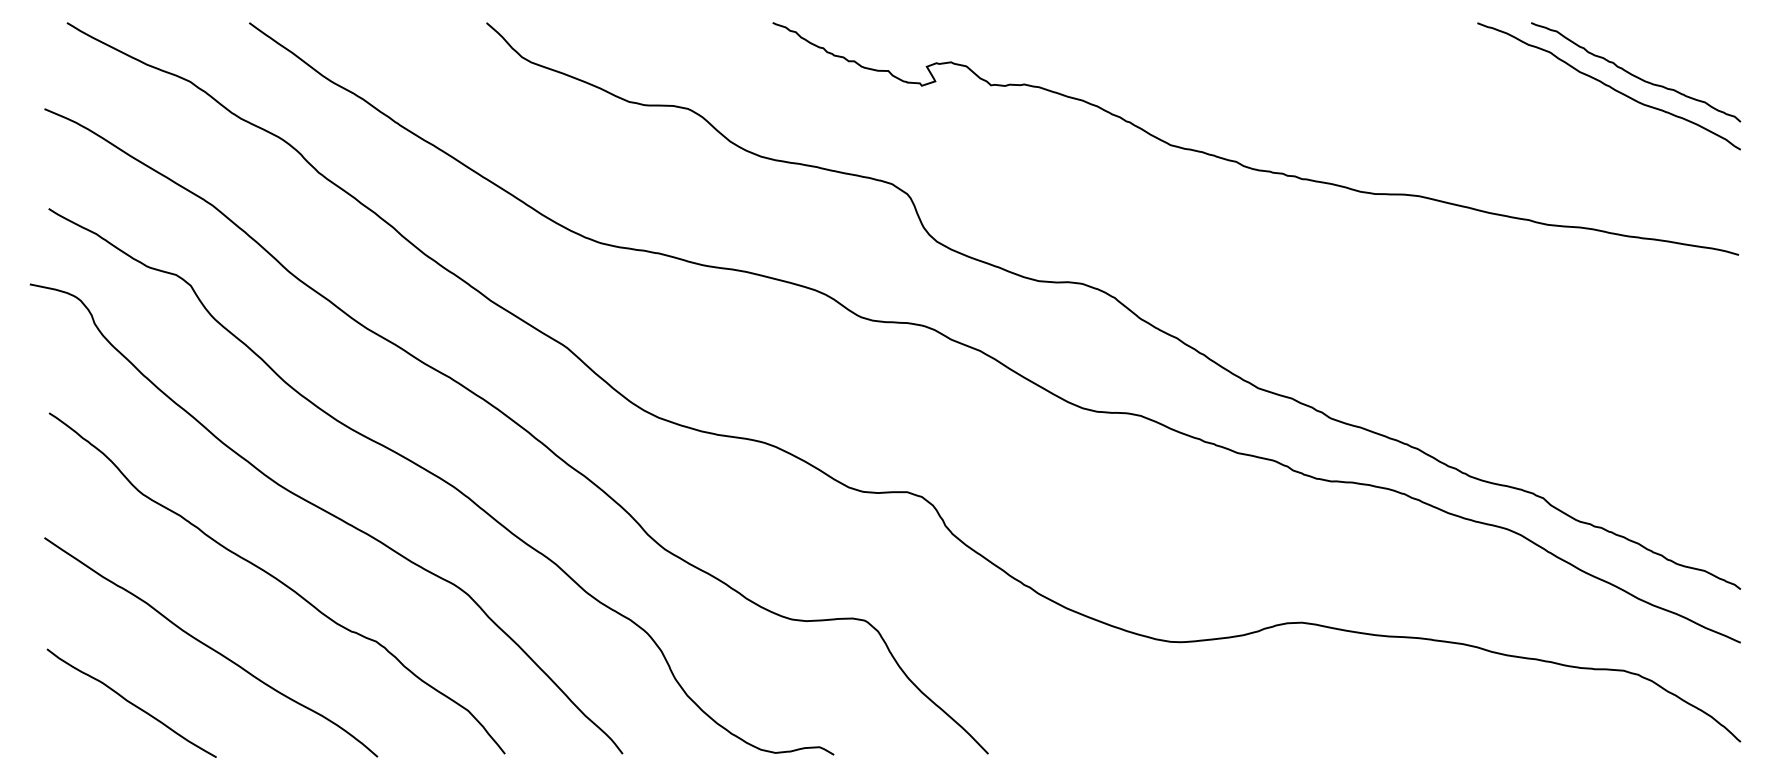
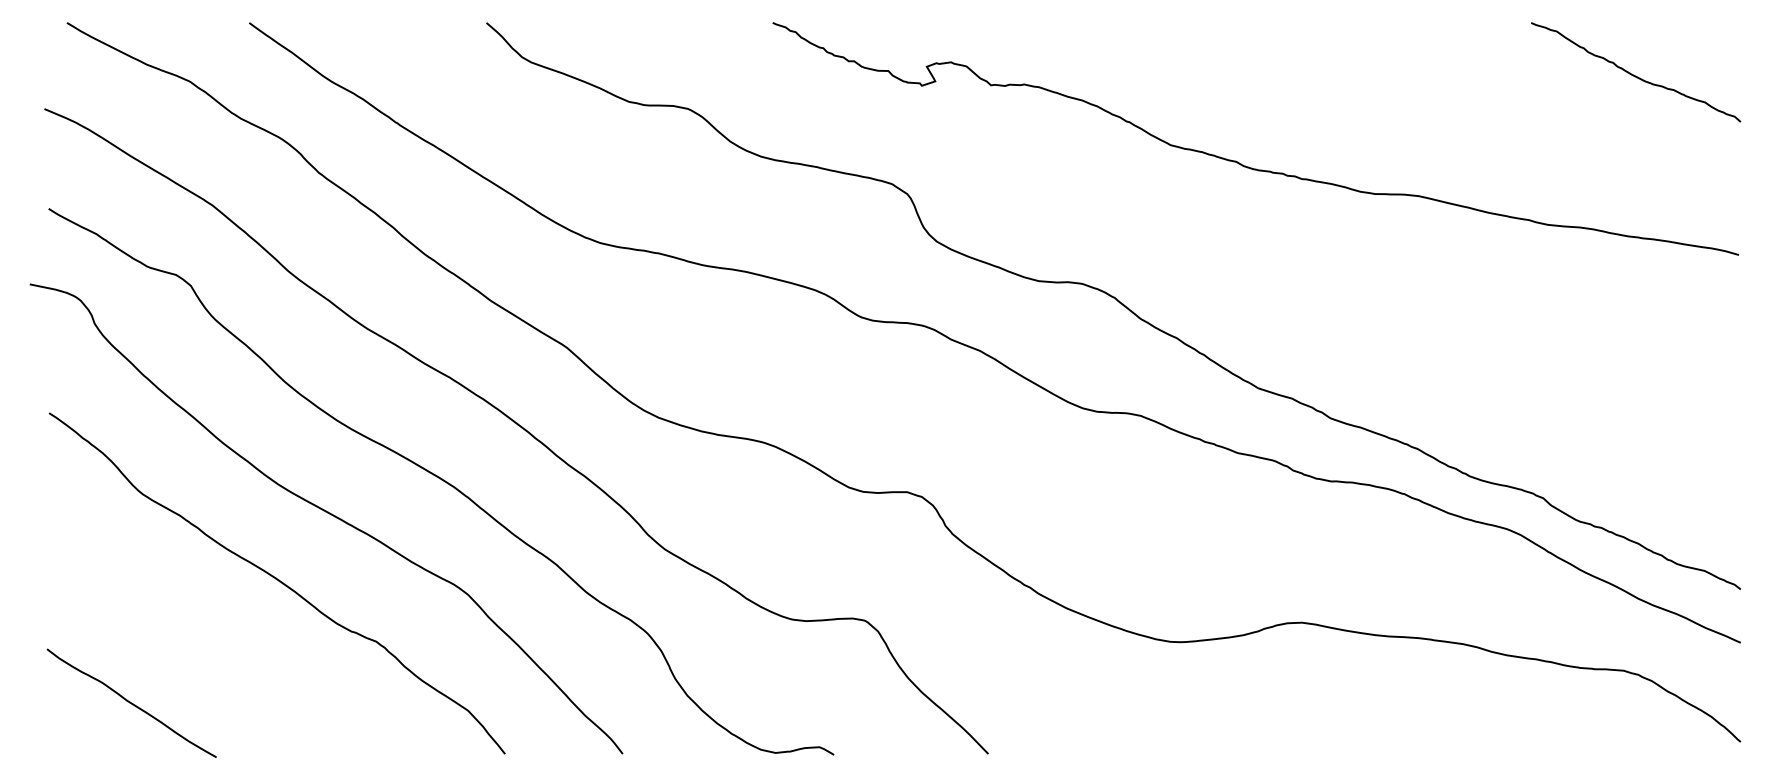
curve at (1608, 86): present -> none
curve at (211, 647): present -> none
